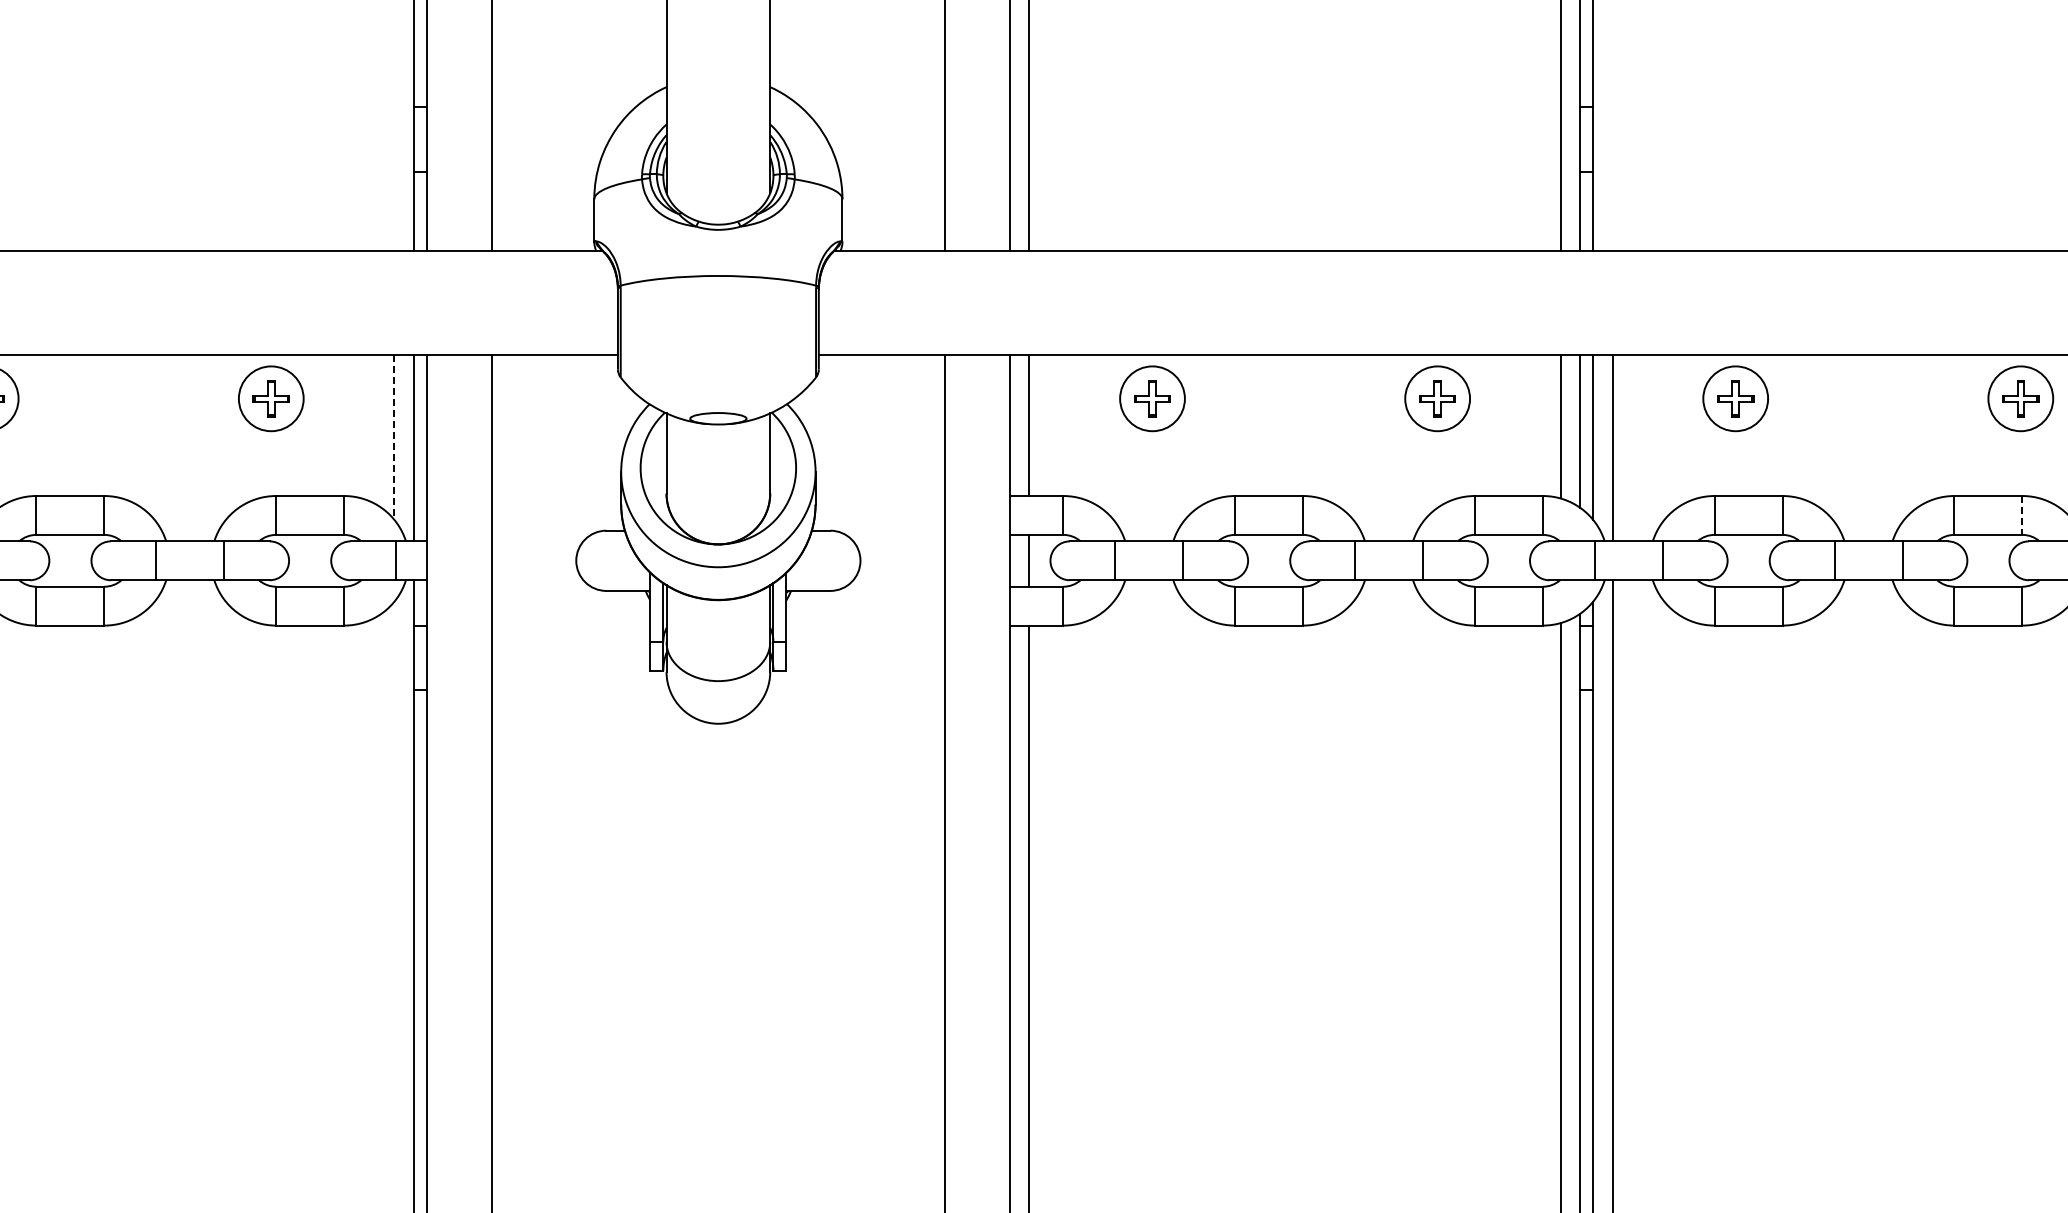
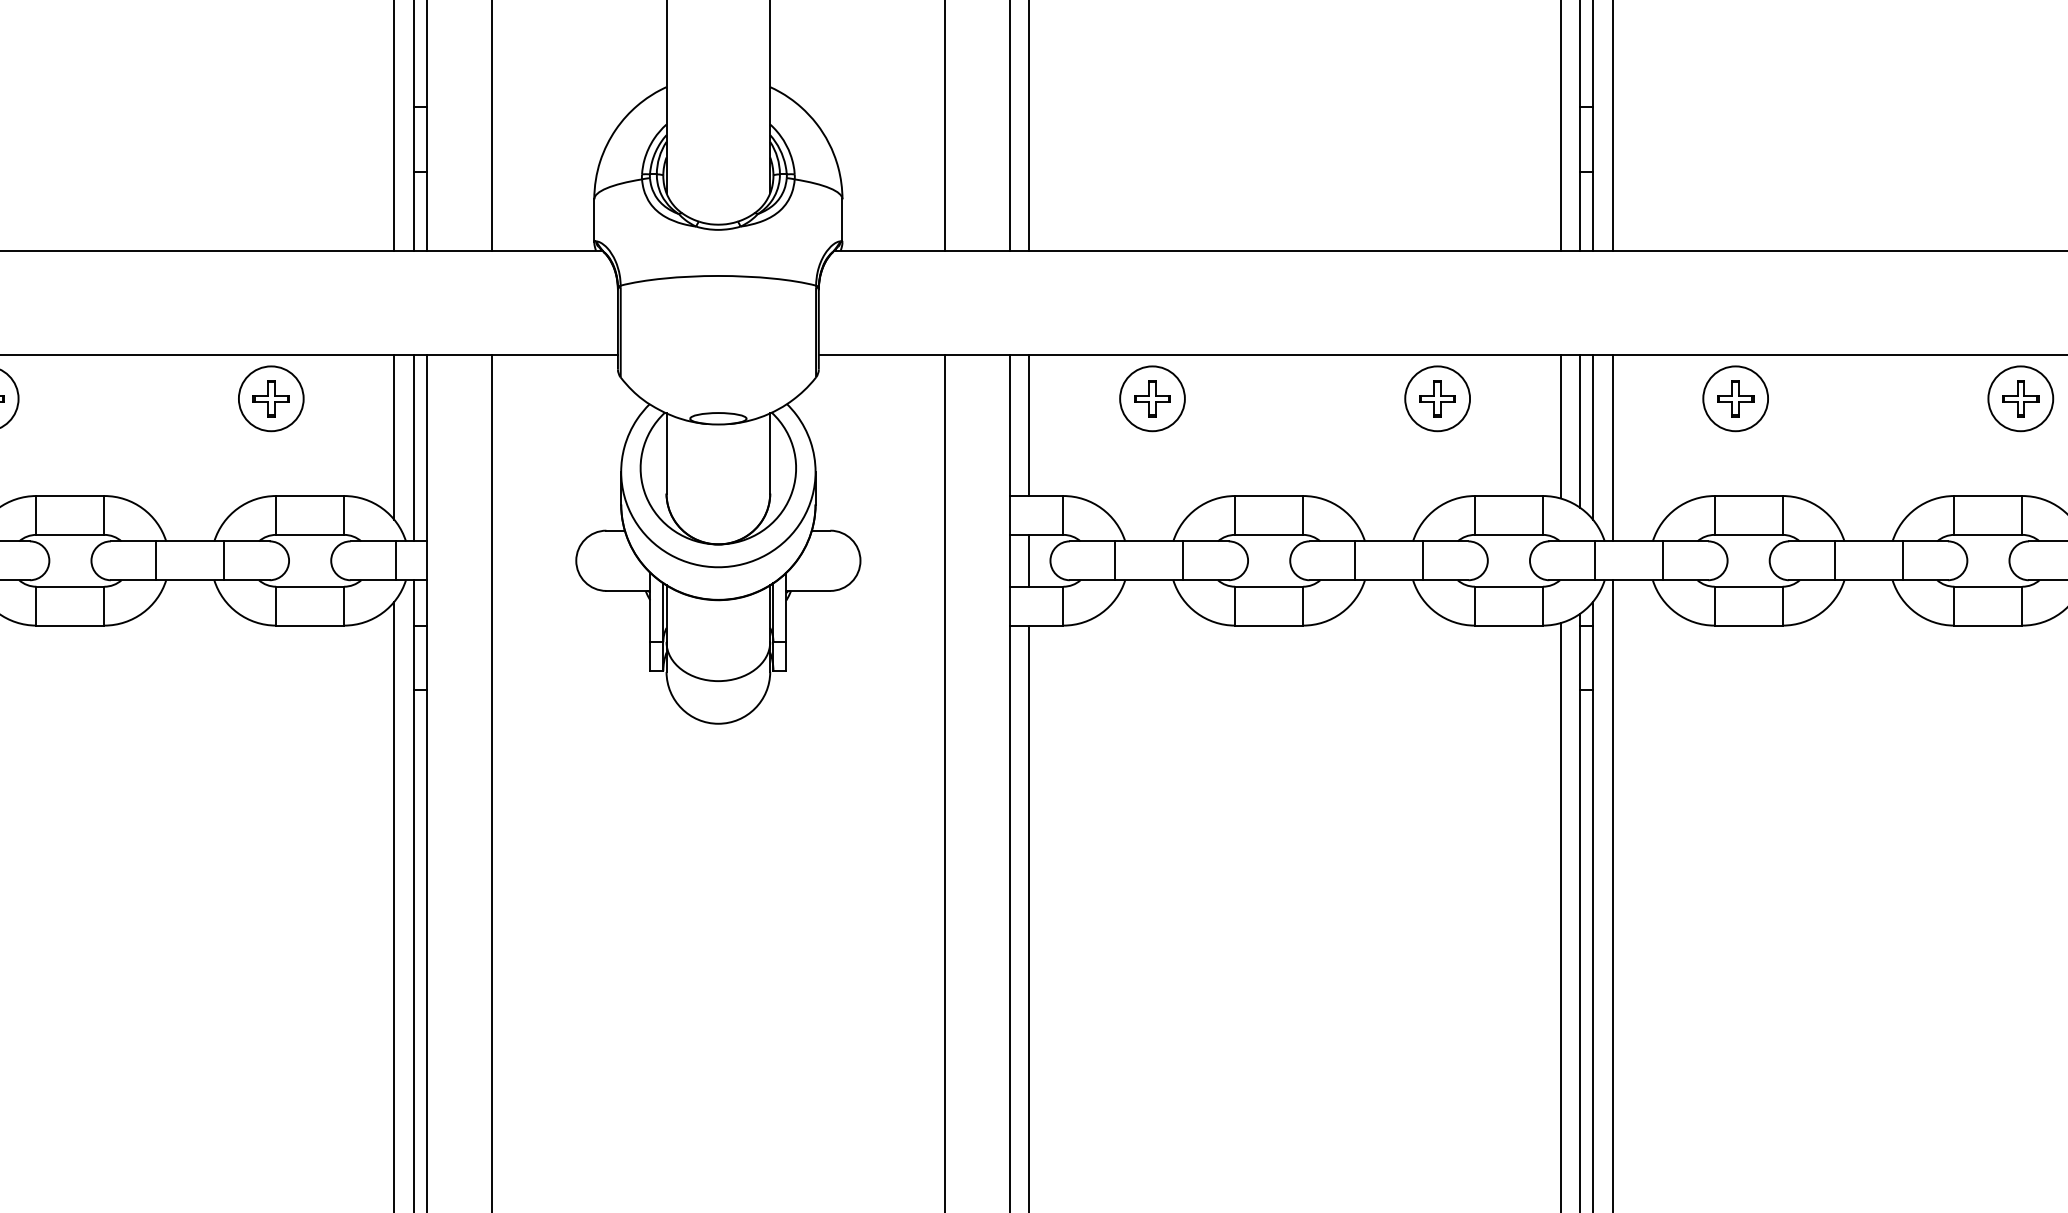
line at (394, 126): none -> present
line at (1612, 126): none -> present
line at (394, 437): dashed -> solid
line at (2022, 515): dashed -> solid
line at (394, 905): none -> present
